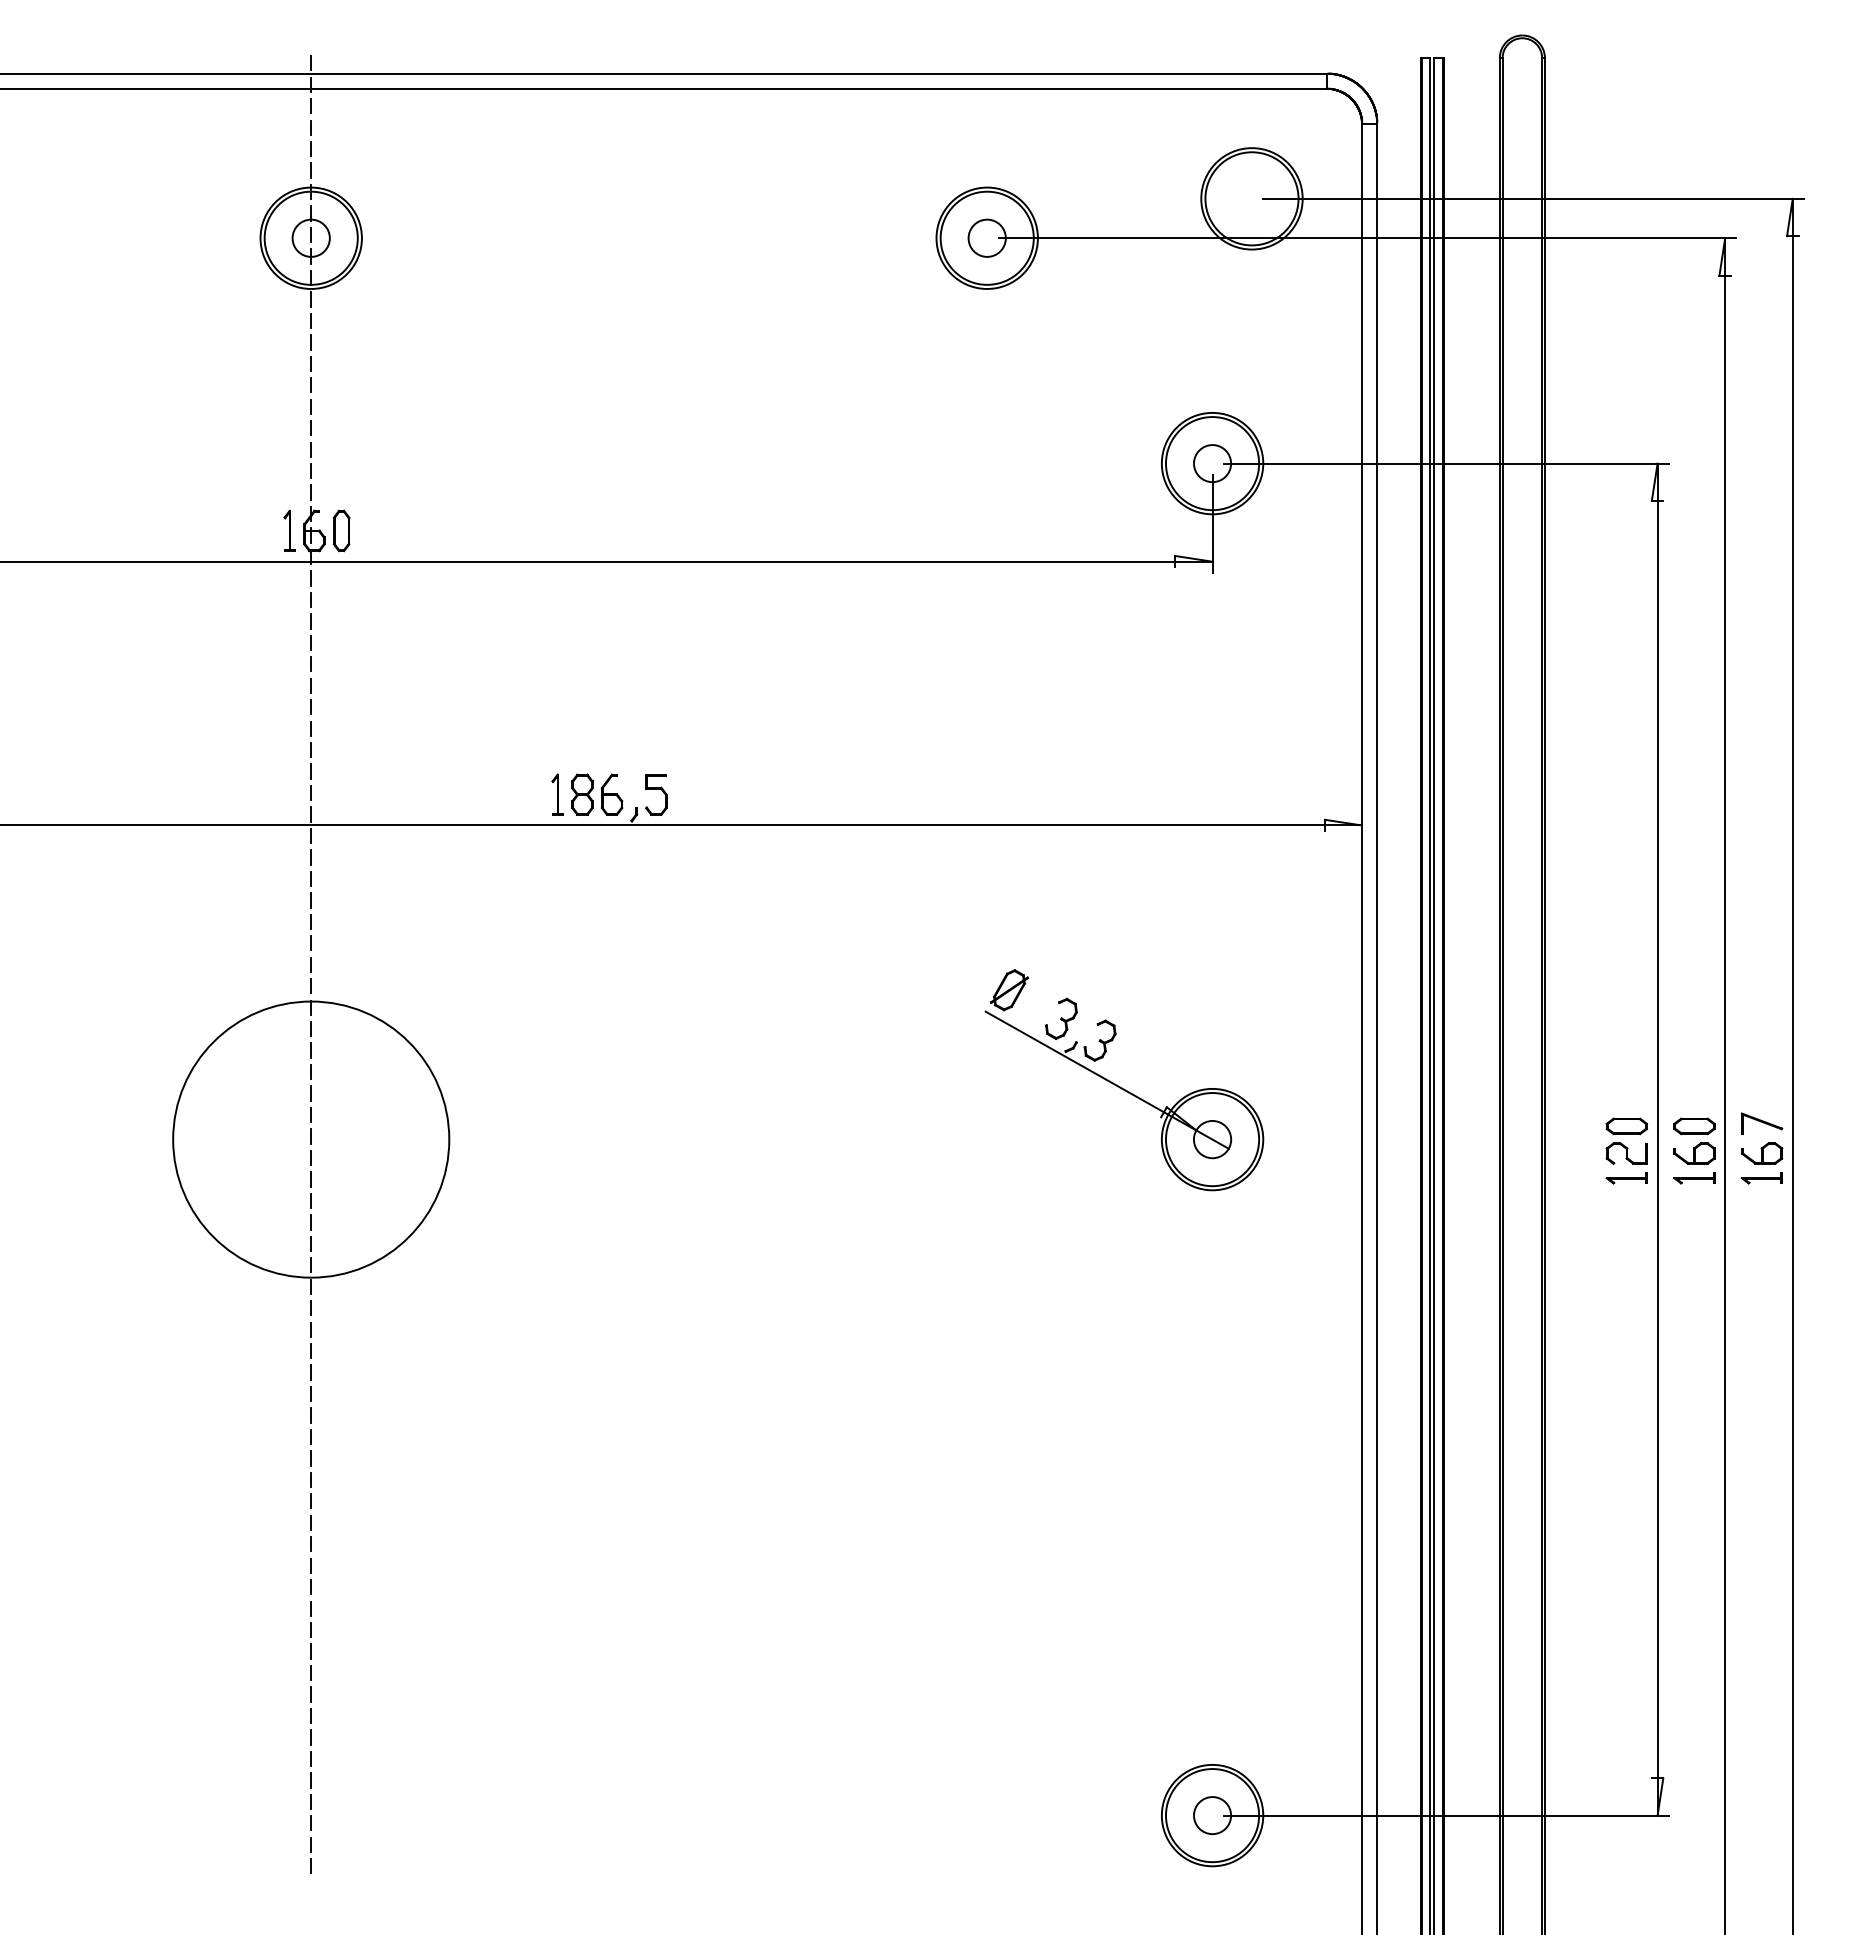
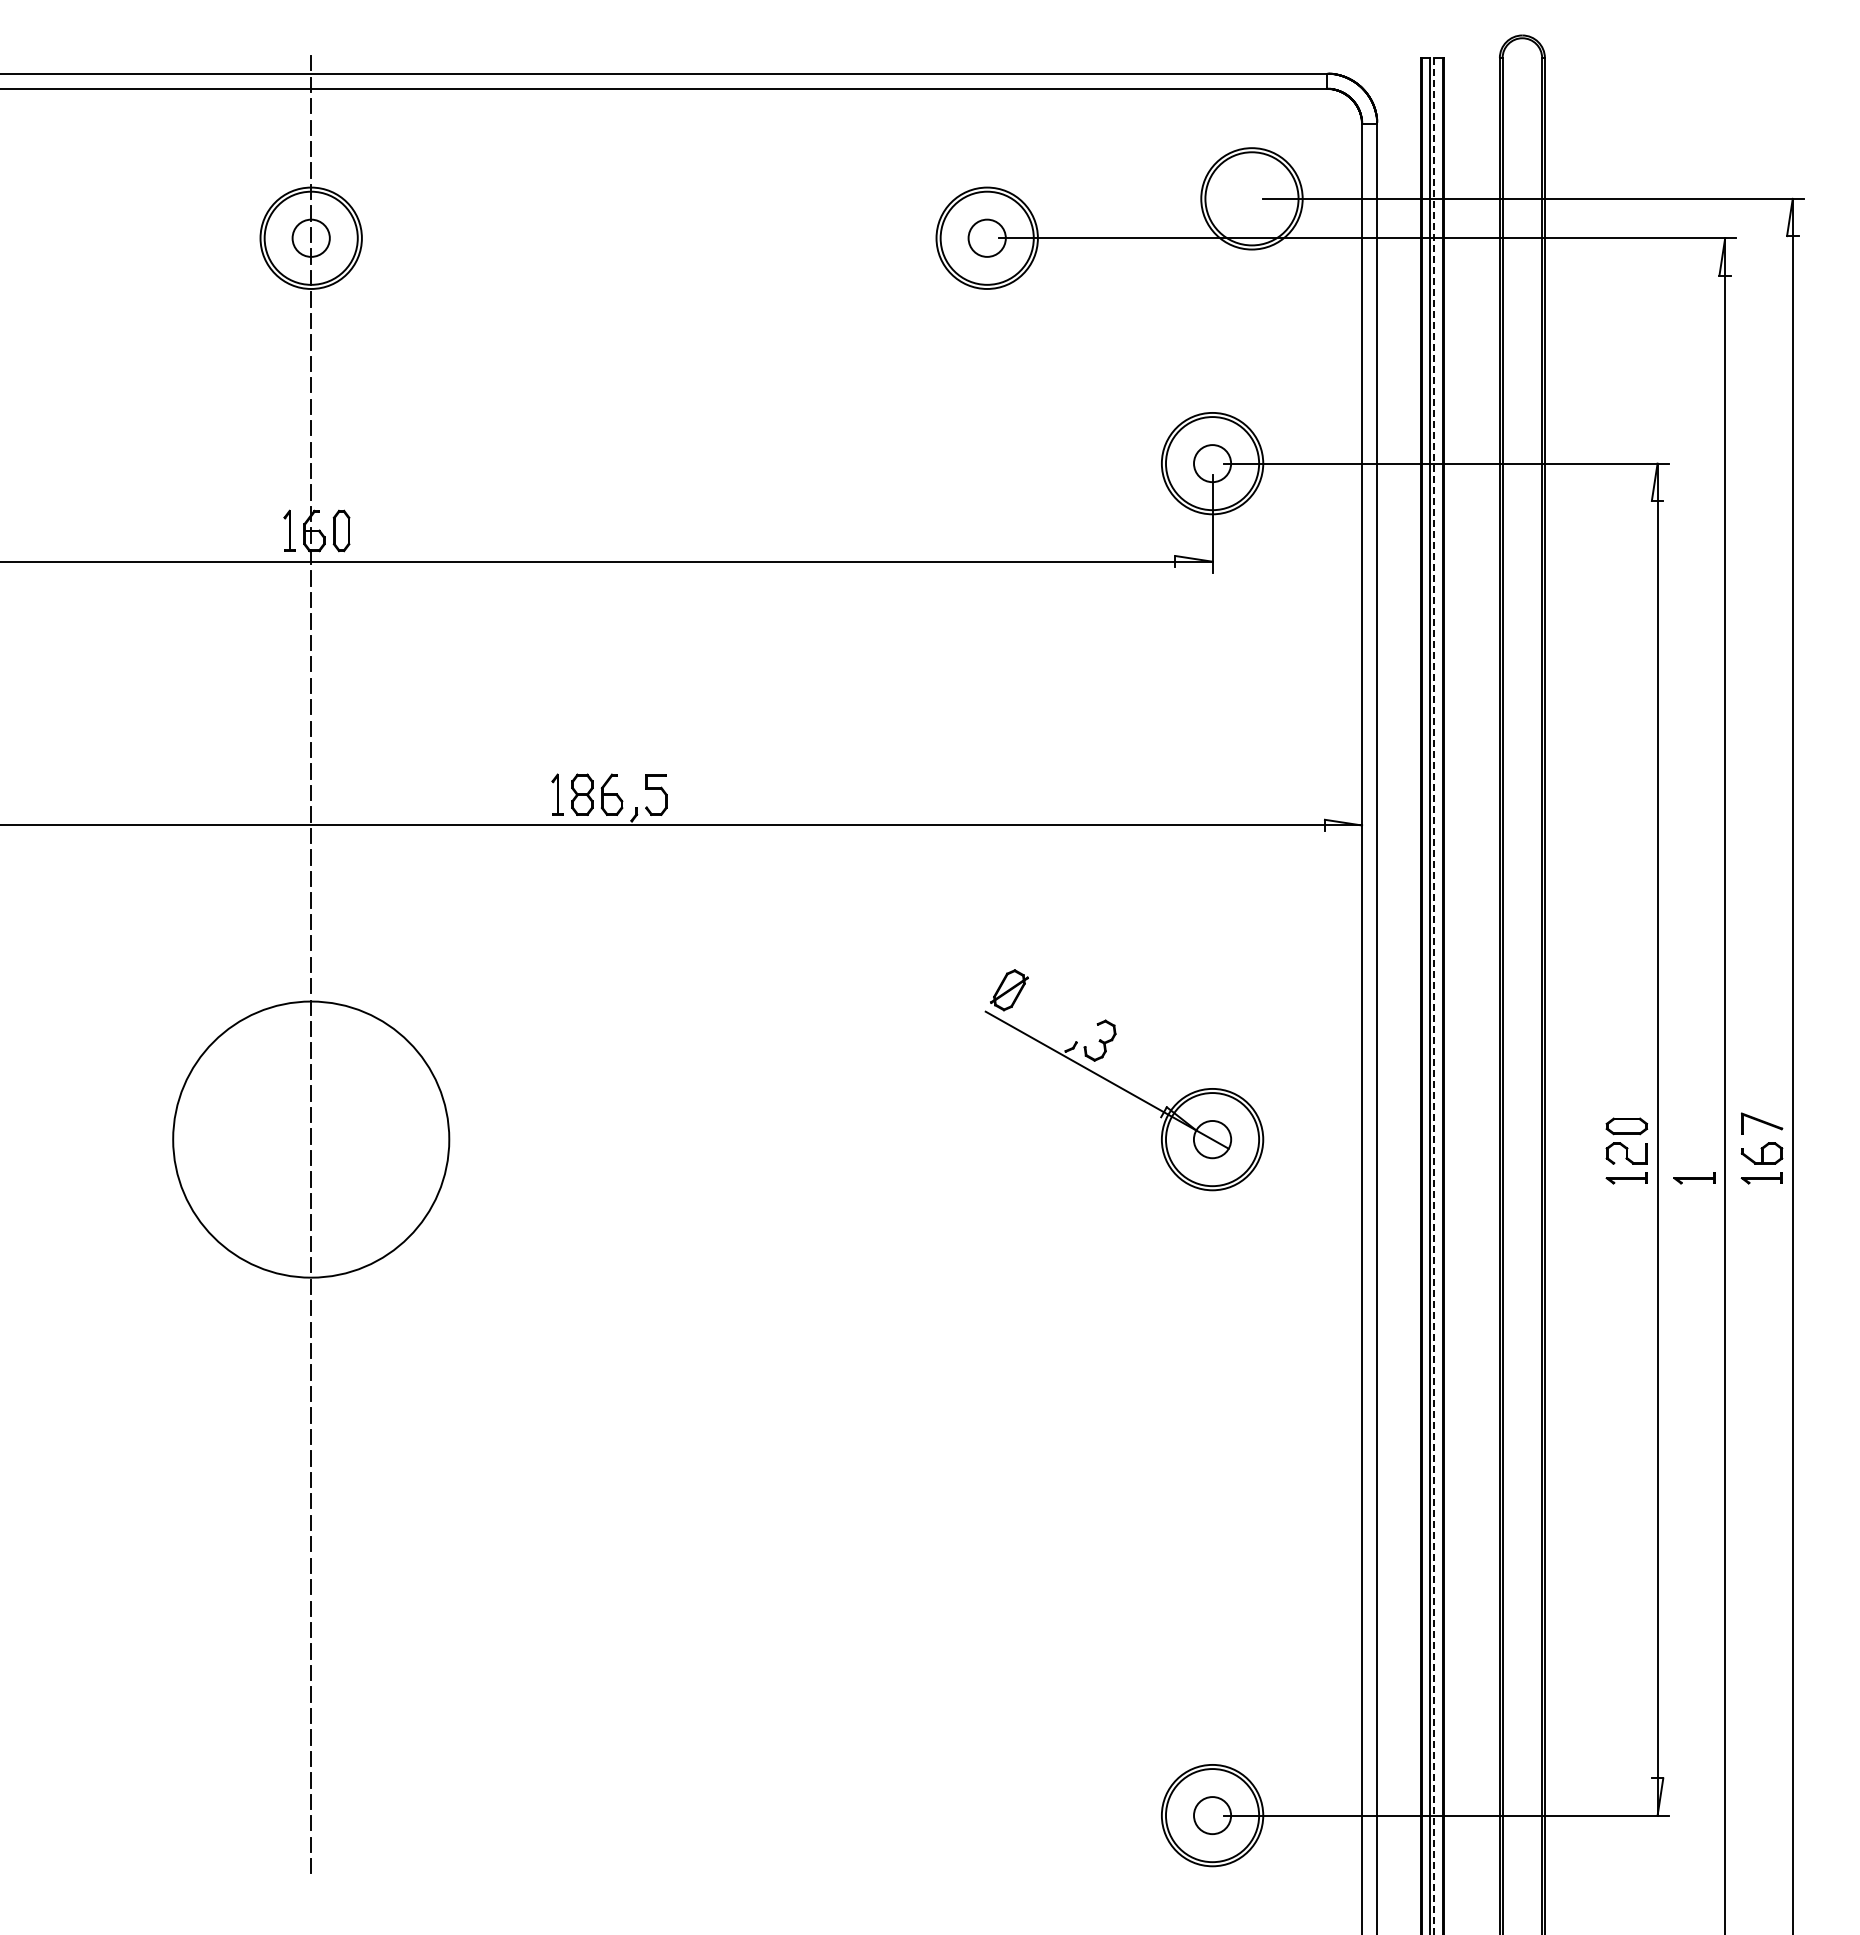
line at (1434, 995): solid -> dashed
part at (1061, 1018): present -> none
part at (1694, 1140): present -> none
